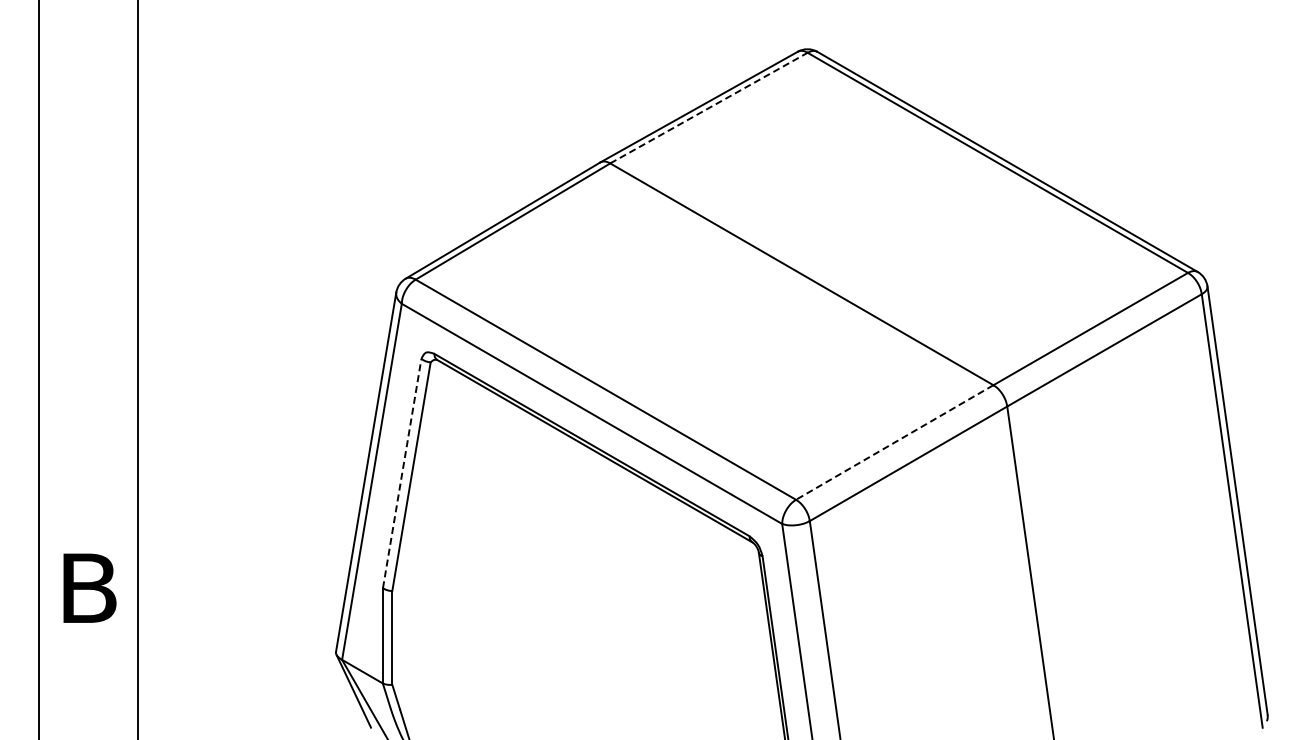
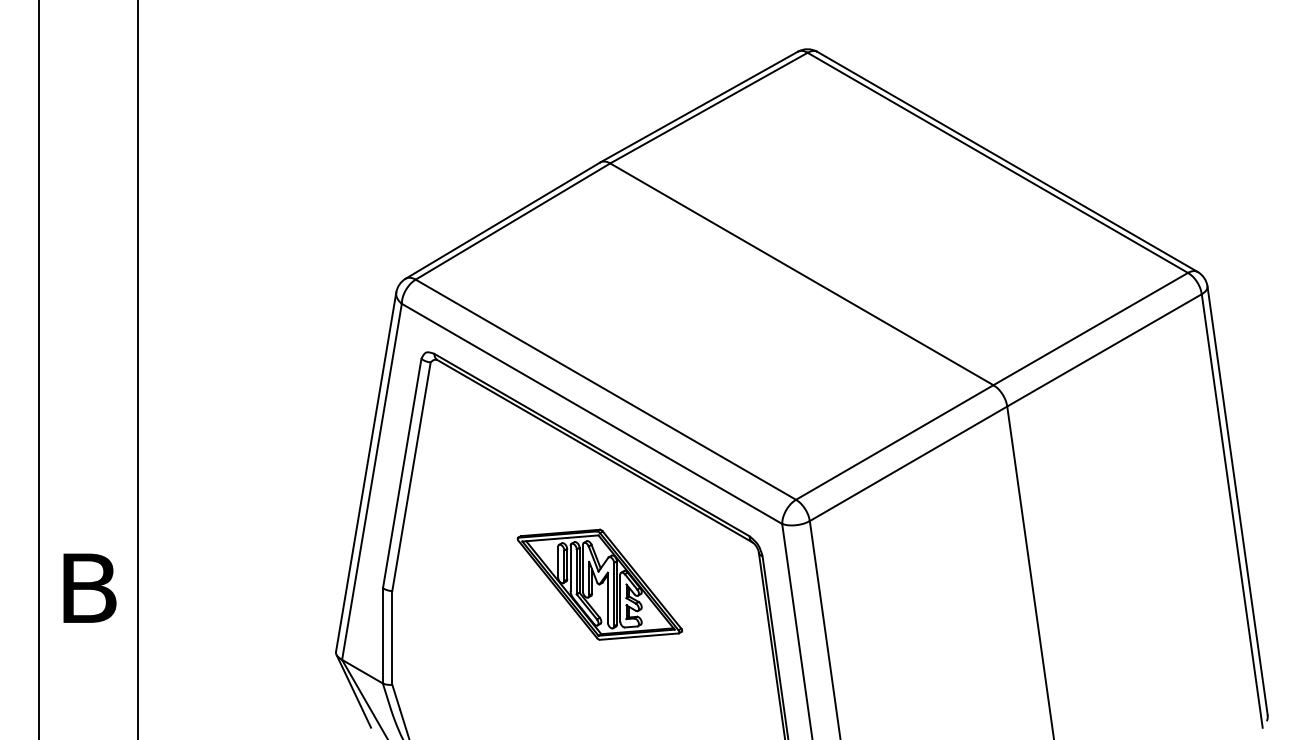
line at (709, 107): dashed -> solid
line at (894, 442): dashed -> solid
line at (402, 473): dashed -> solid
part at (599, 584): none -> present
